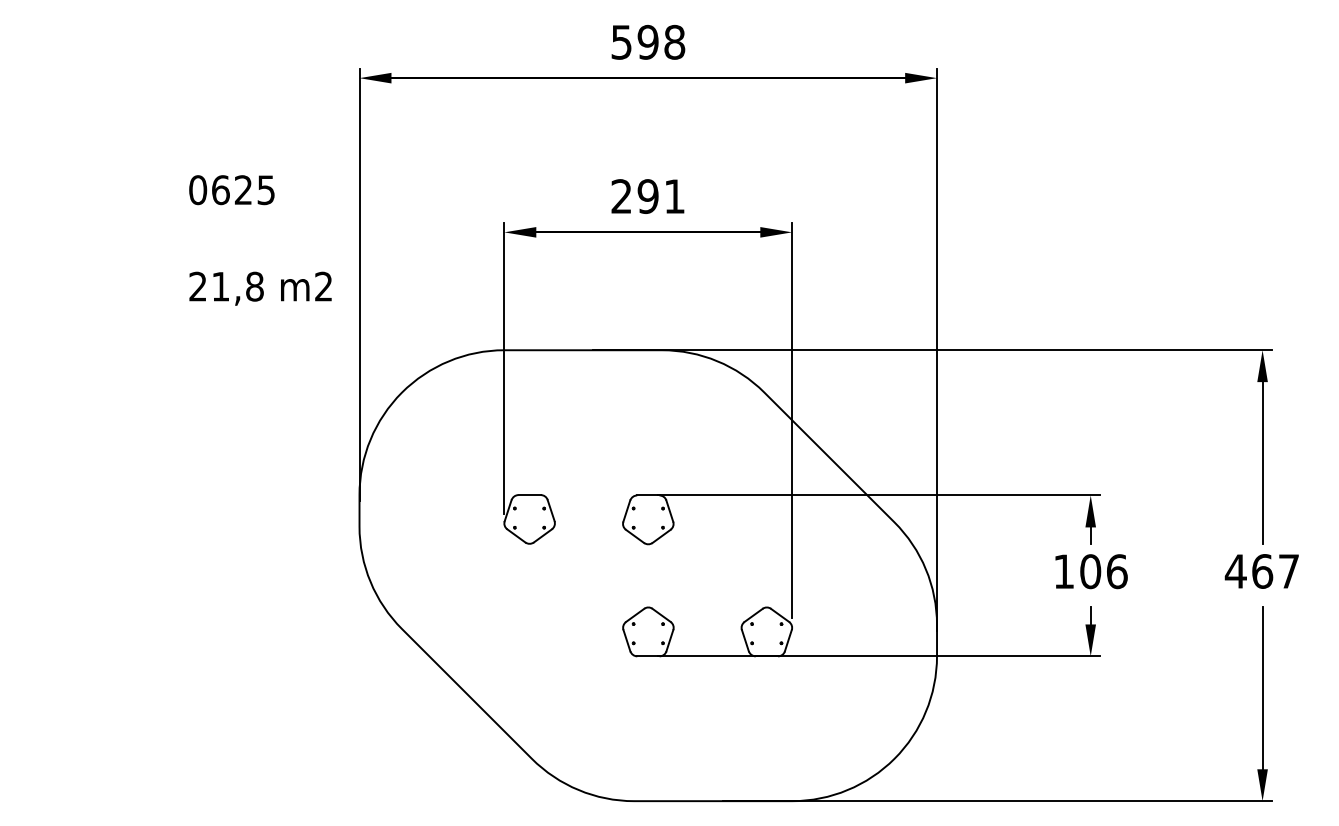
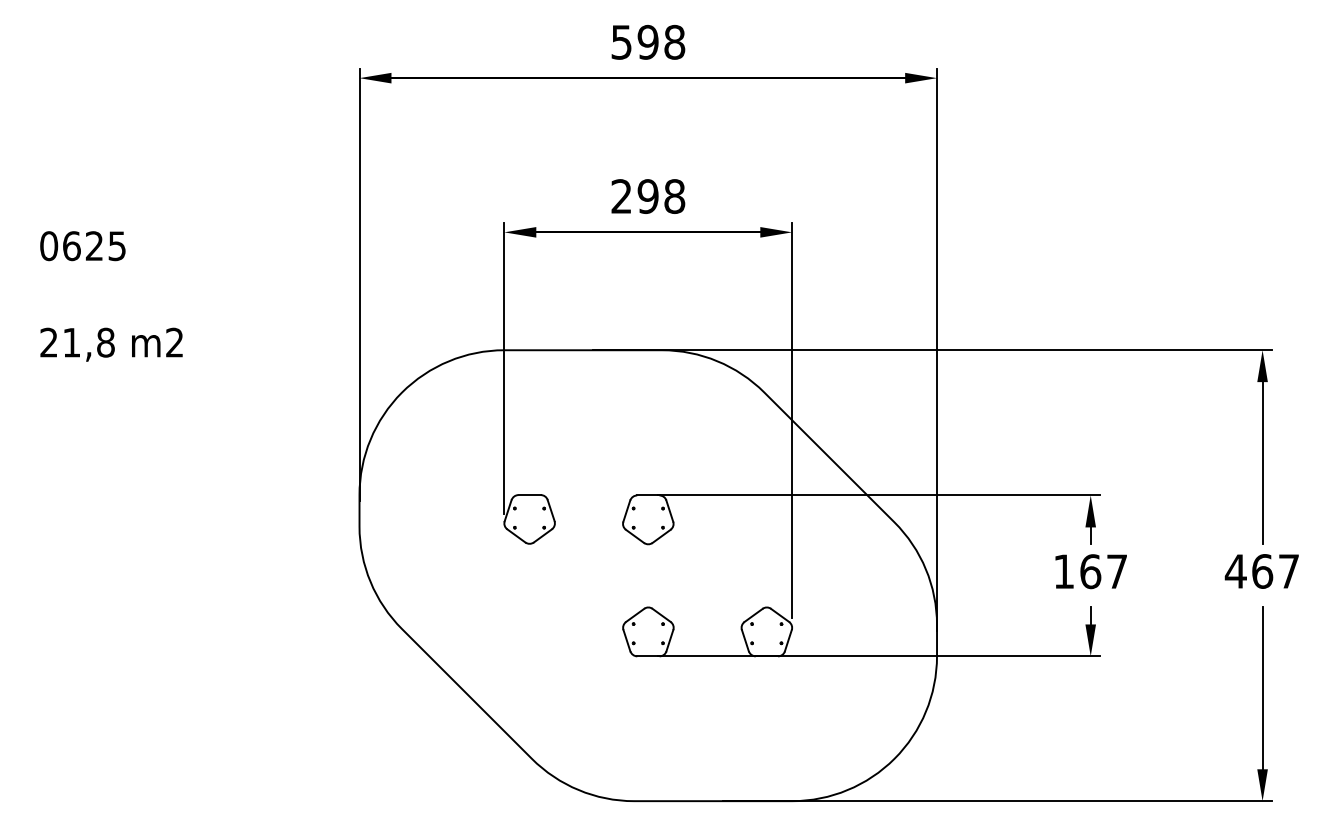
text at (674, 196): 291 -> 298
text at (260, 240) position: (260, 240) -> (111, 296)
text at (1103, 571): 106 -> 167
